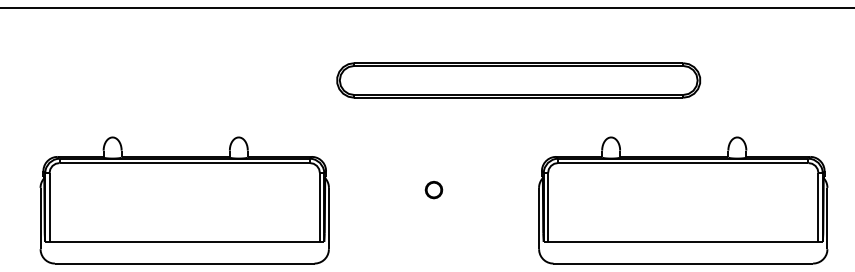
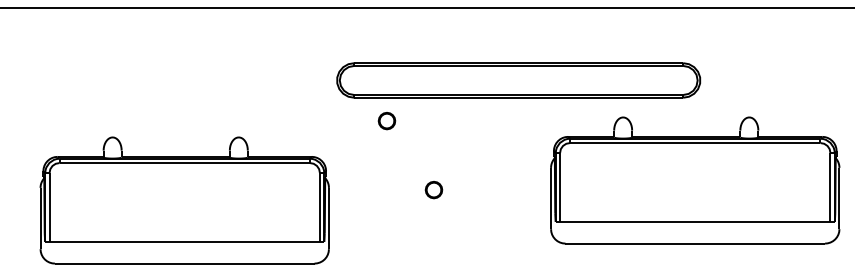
part at (386, 121): none -> present
part at (683, 200) position: (683, 200) -> (695, 180)
